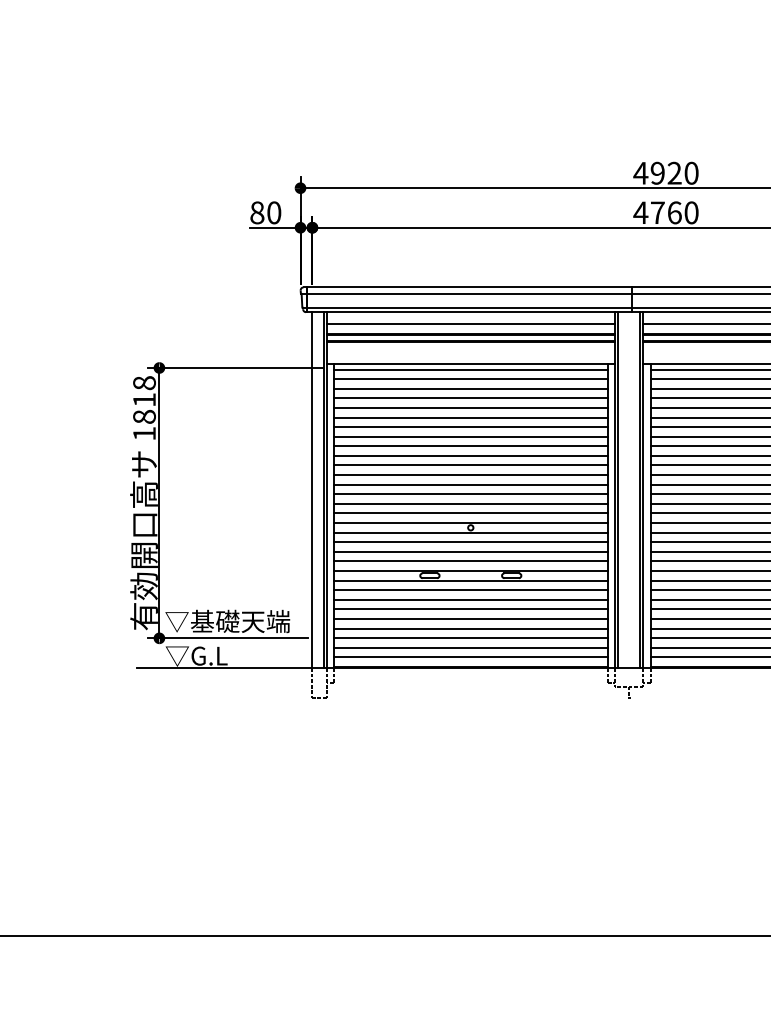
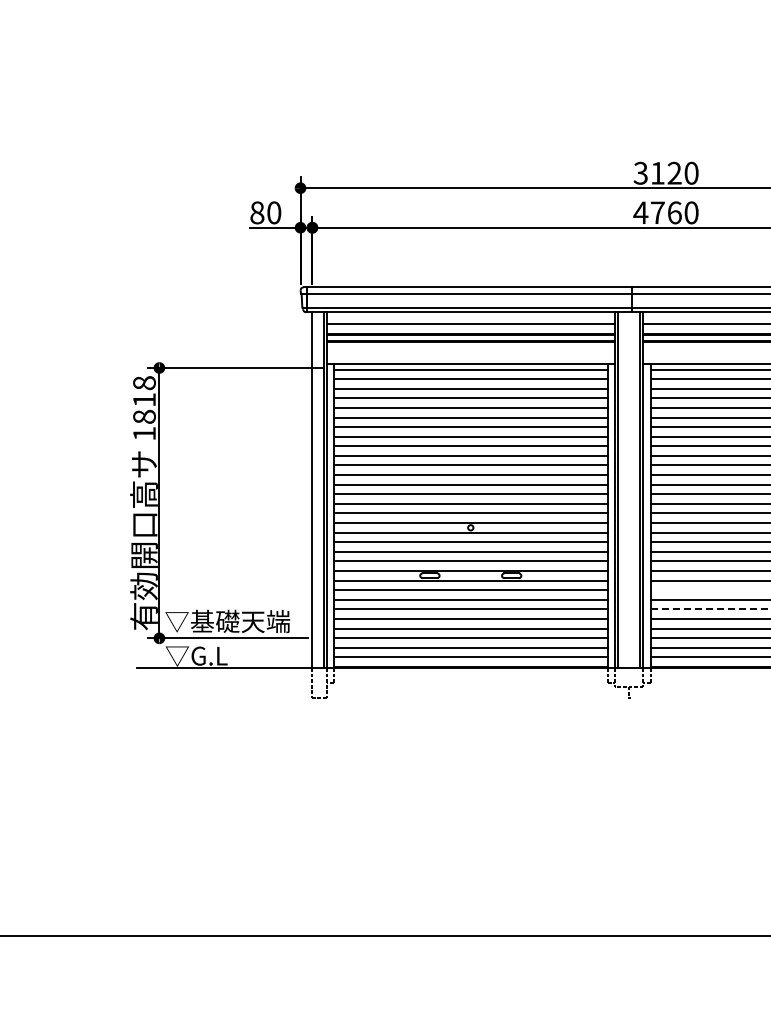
text at (648, 172): 4920 -> 3120
line at (708, 590): present -> none
line at (710, 609): solid -> dashed
